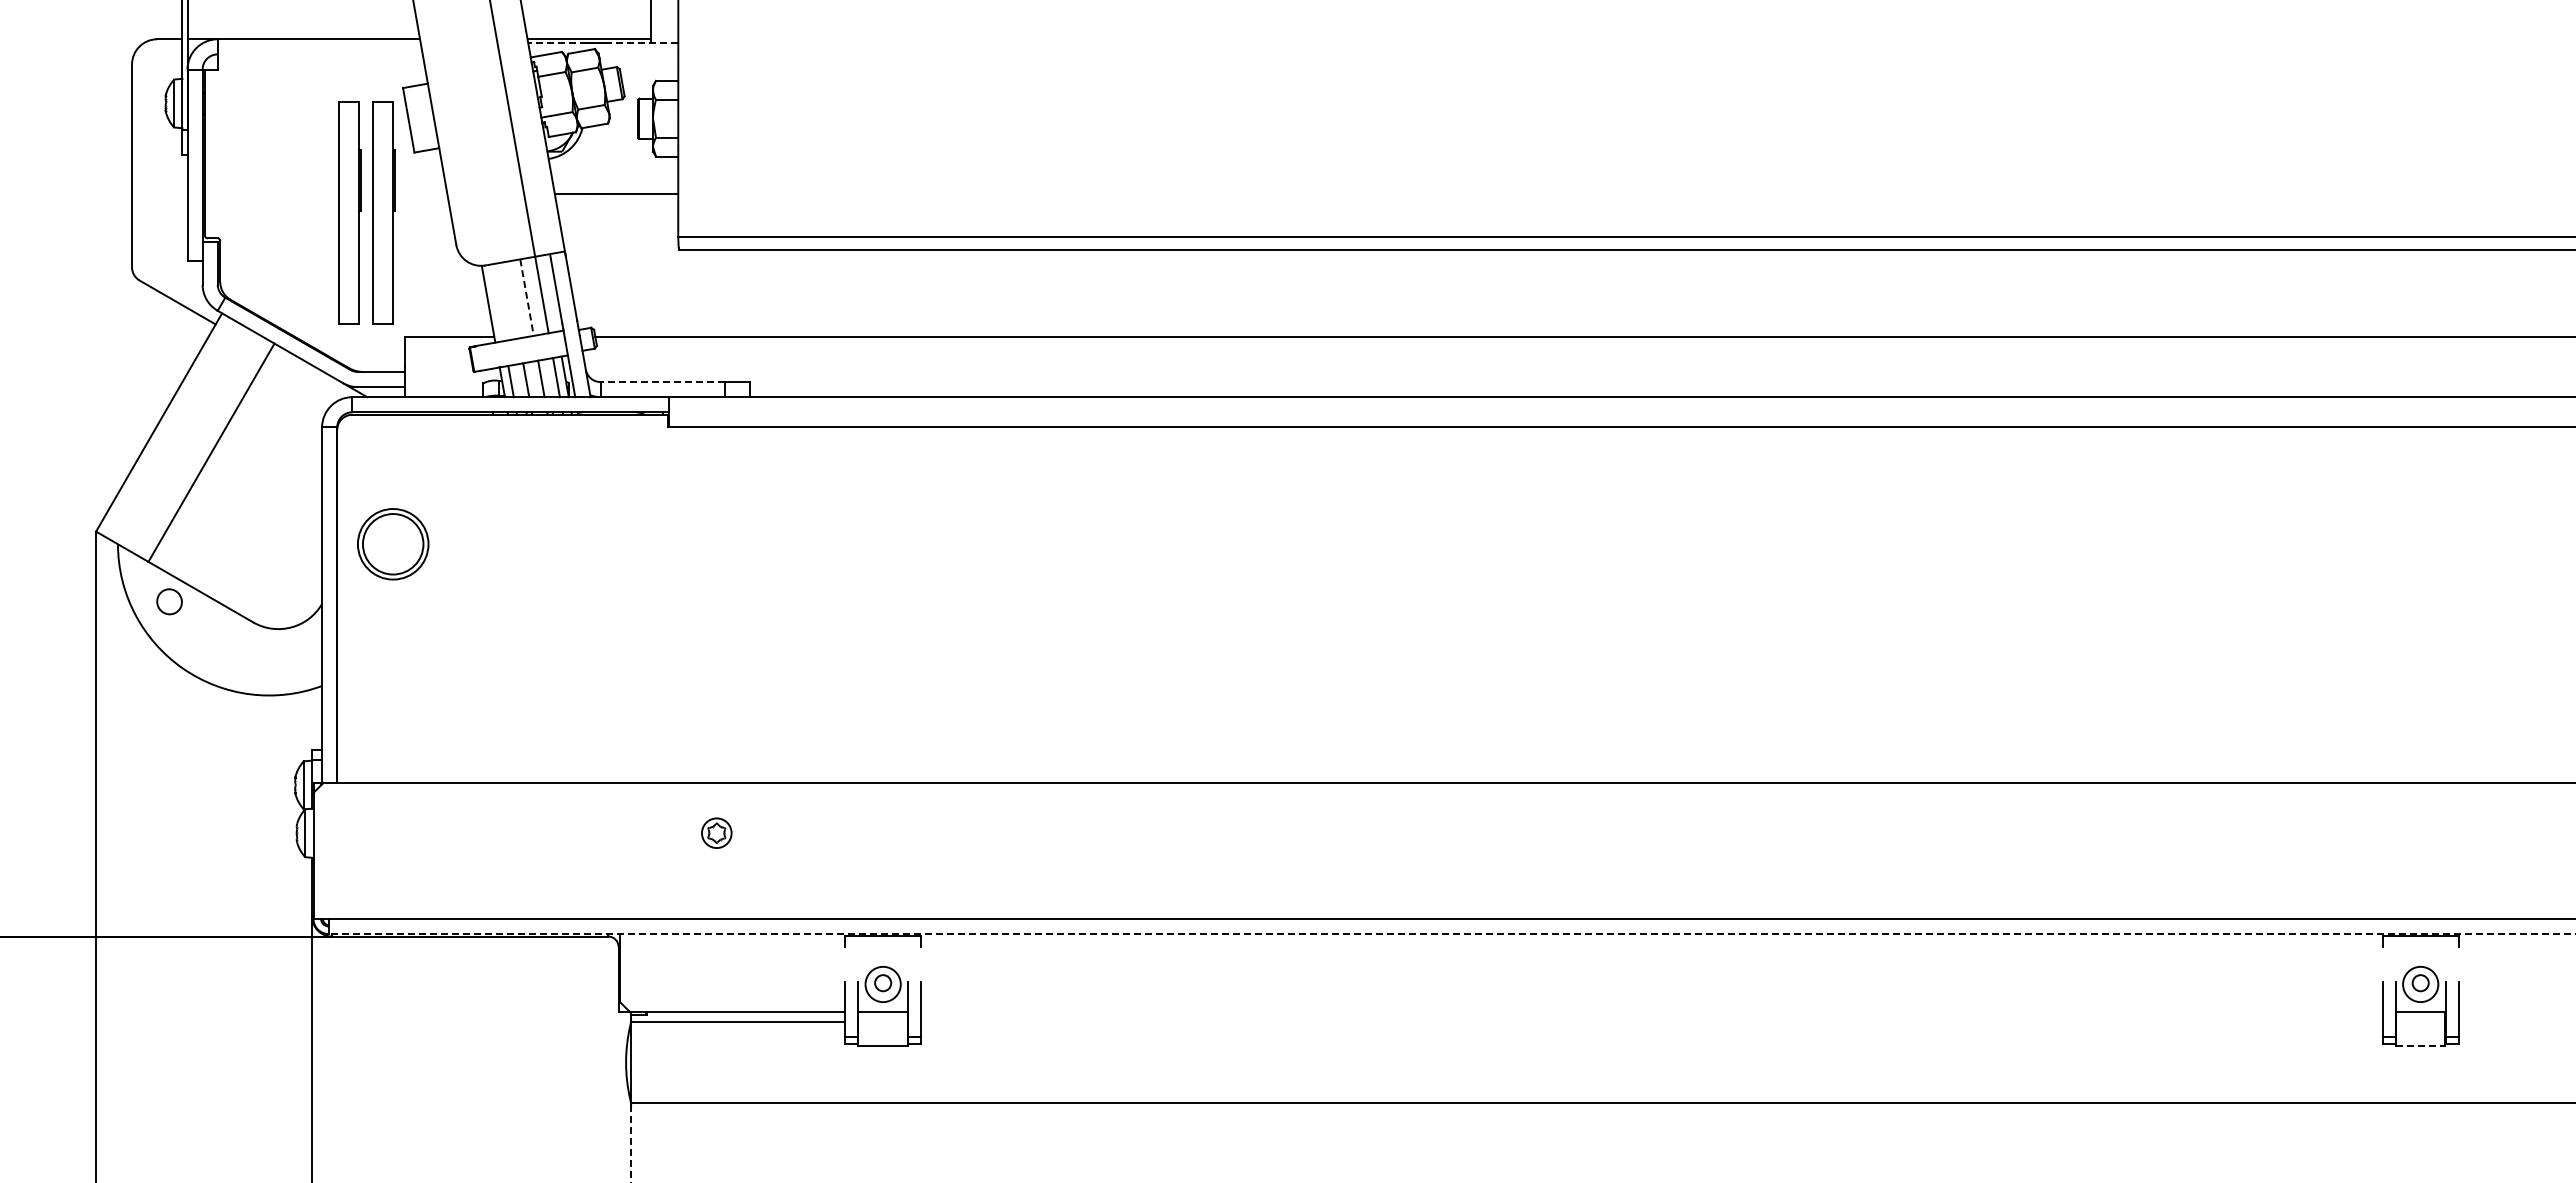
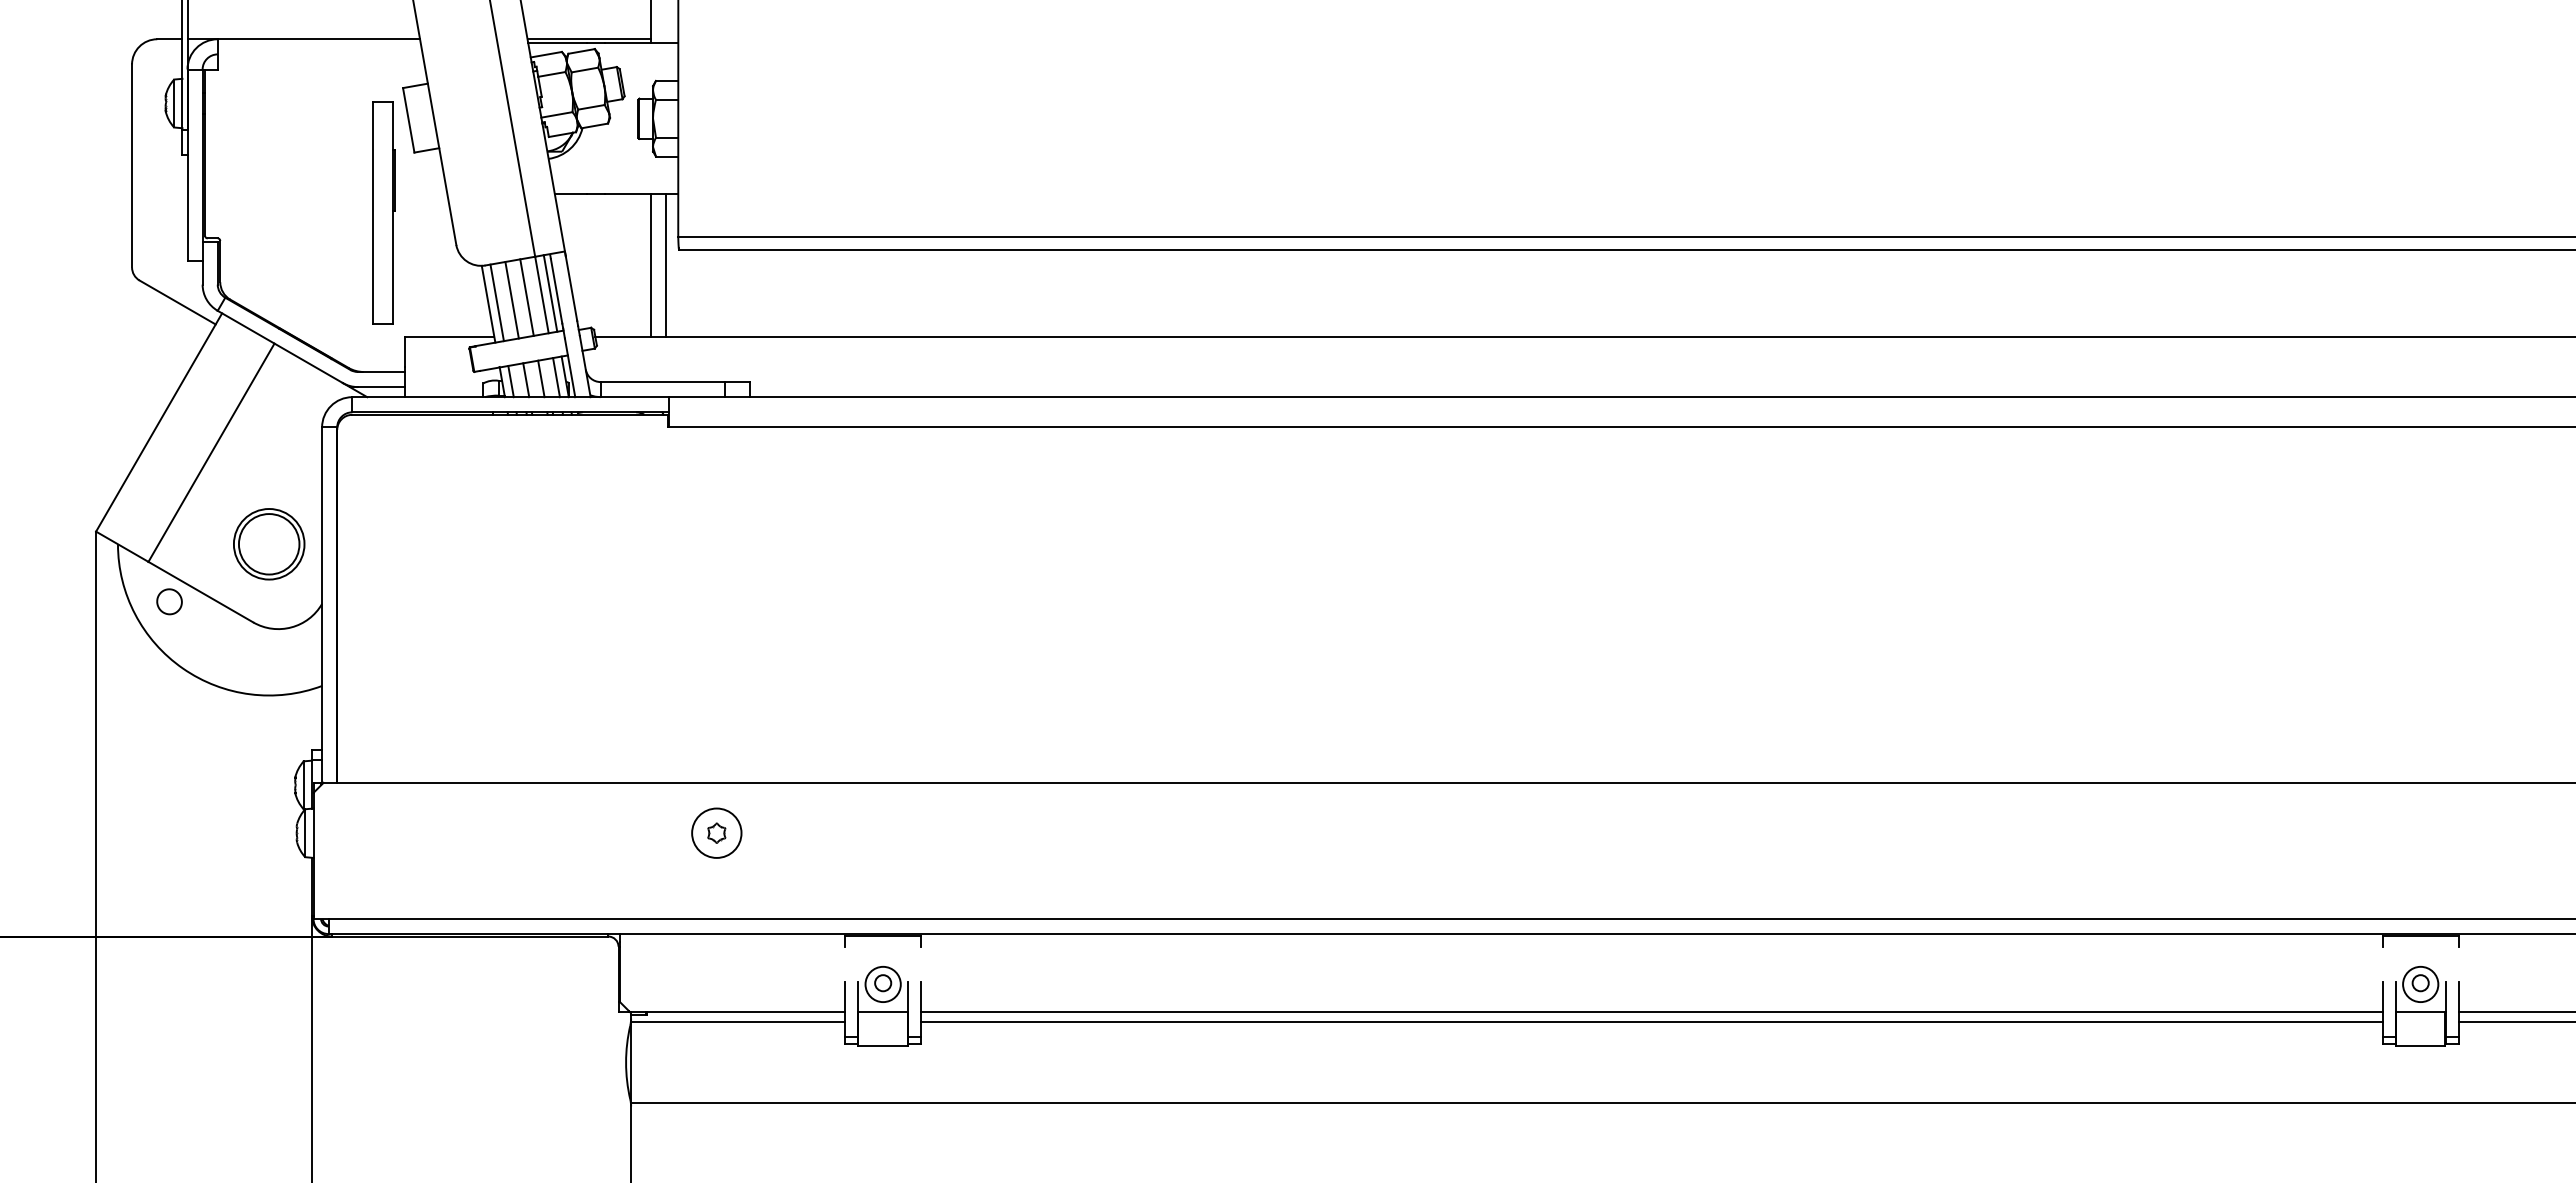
line at (557, 43): dashed -> solid
line at (641, 43): dashed -> solid
part at (349, 212): present -> none
line at (651, 265): none -> present
line at (666, 265): none -> present
line at (550, 293): none -> present
line at (527, 297): dashed -> solid
line at (511, 299): none -> present
line at (496, 302): none -> present
line at (662, 382): dashed -> solid
part at (393, 544) position: (393, 544) -> (269, 544)
circle at (716, 833) diameter: 30 px -> 49 px
line at (1451, 934): dashed -> solid
line at (1651, 1012): none -> present
line at (2515, 1012): none -> present
line at (1651, 1022): none -> present
line at (2515, 1022): none -> present
line at (2420, 1046): dashed -> solid
line at (631, 1142): dashed -> solid
